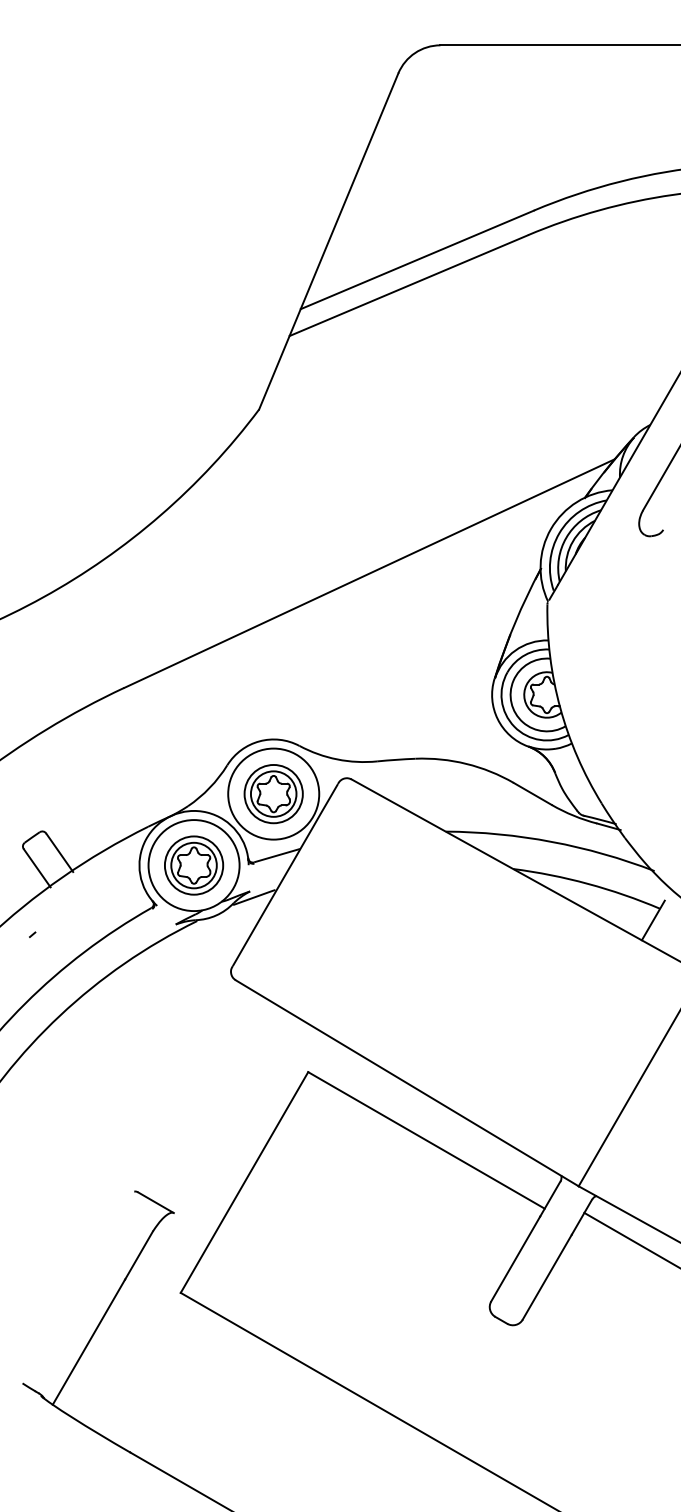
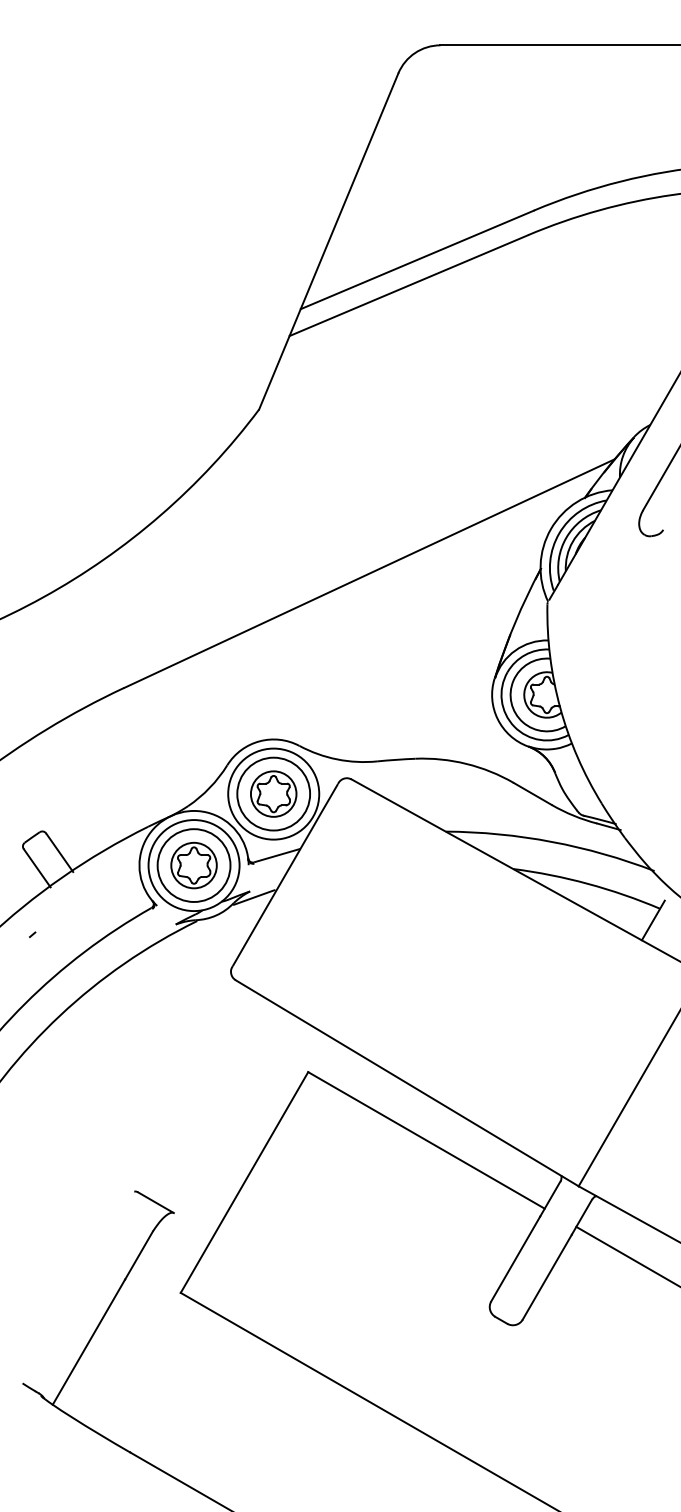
circle at (273, 793) diameter: 58 px -> 73 px
circle at (193, 865) diameter: 58 px -> 73 px
line at (630, 1239) position: (630, 1239) -> (626, 1255)
